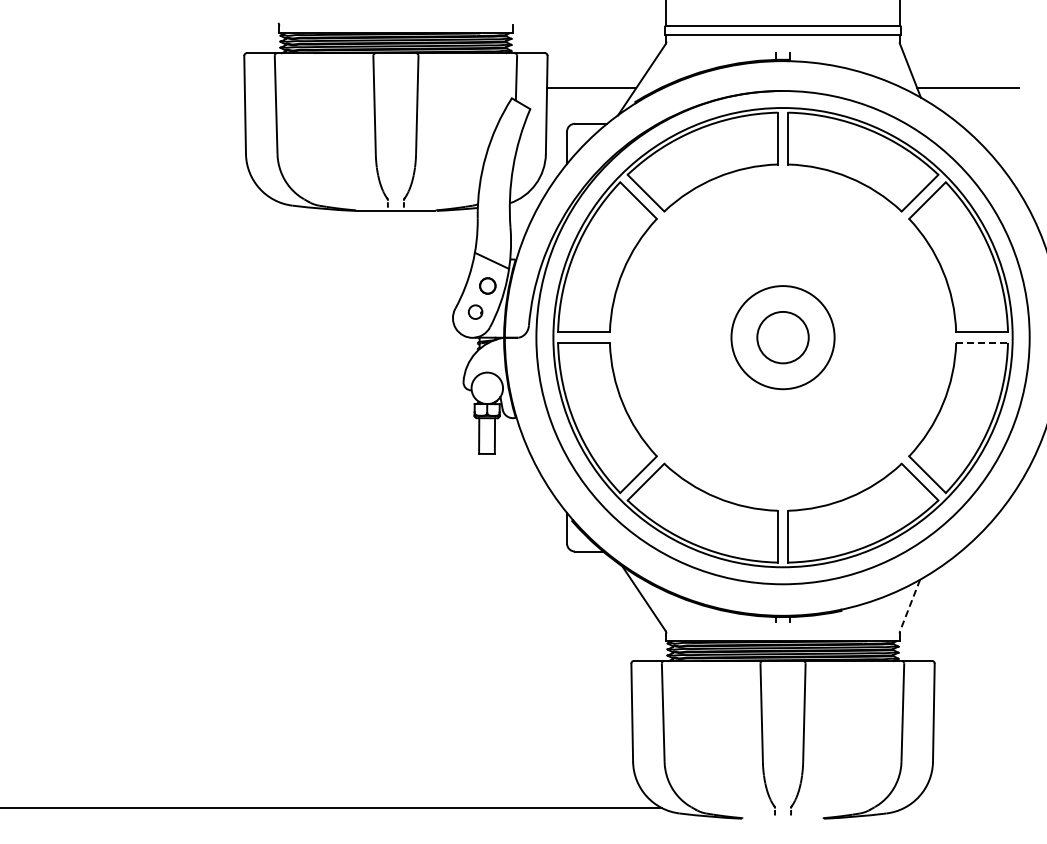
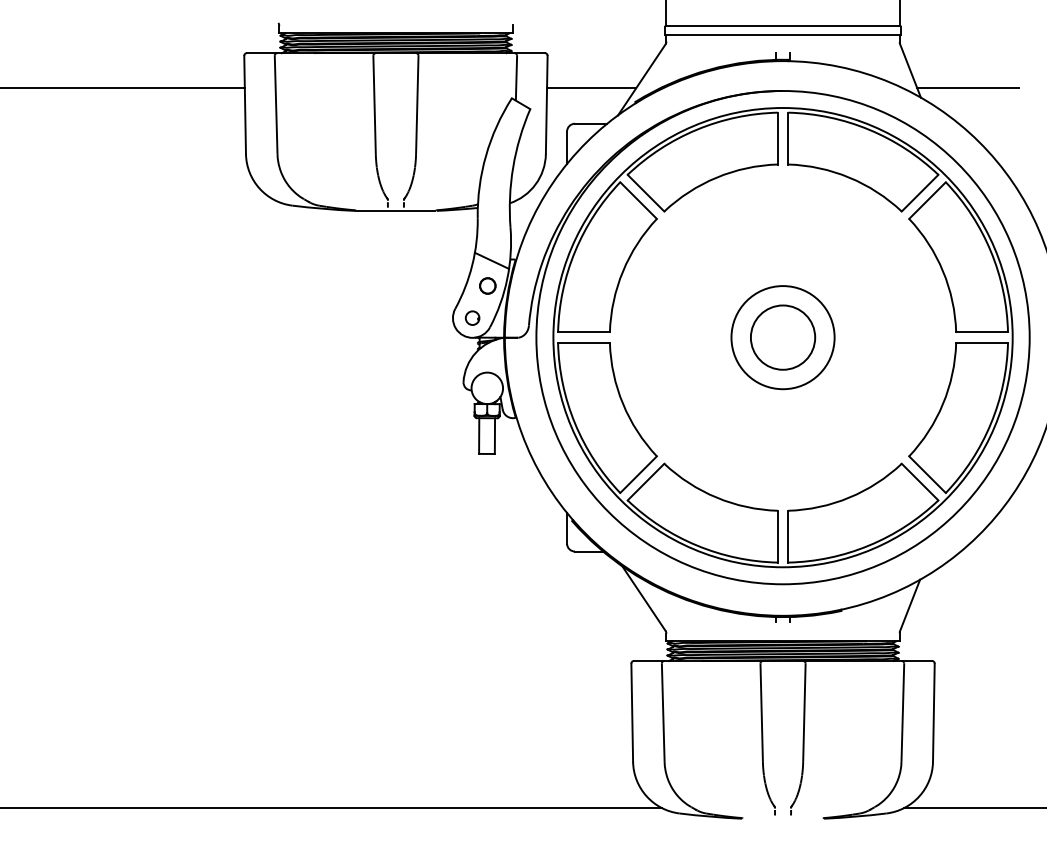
line at (123, 88): none -> present
part at (475, 311) position: (475, 311) -> (472, 317)
circle at (782, 337) diameter: 51 px -> 64 px
line at (982, 342): dashed -> solid
line at (910, 605): dashed -> solid
line at (973, 808): none -> present
